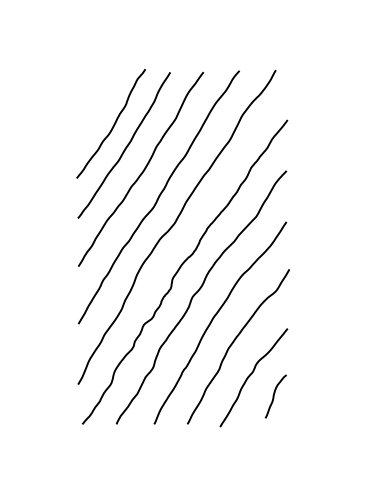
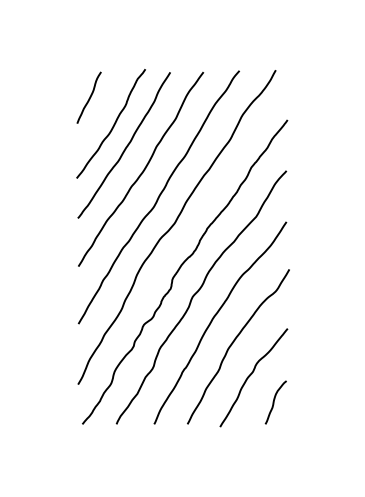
curve at (89, 97): none -> present
curve at (274, 396) position: (274, 396) -> (274, 402)
